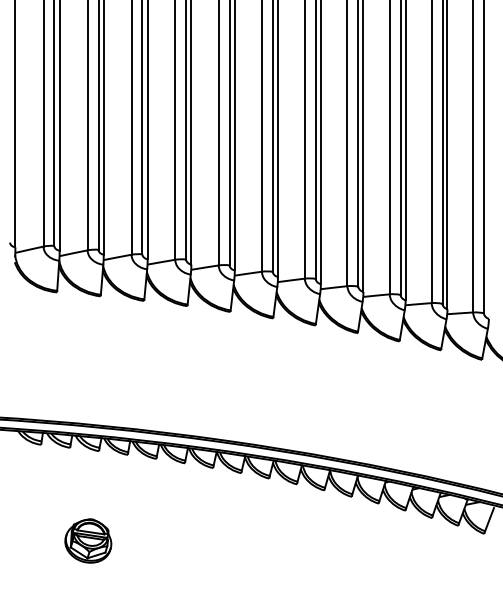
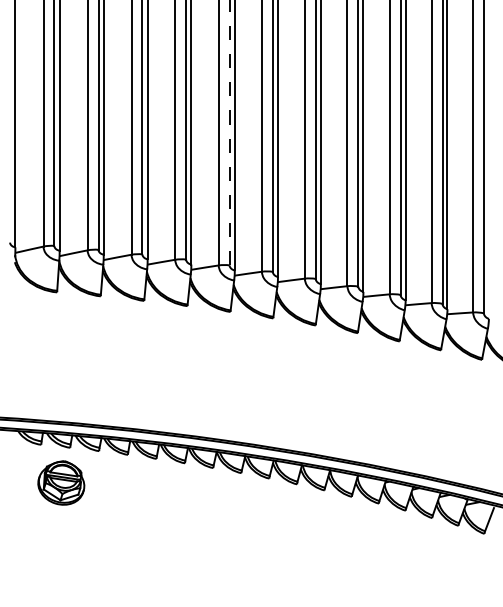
line at (229, 132): solid -> dashed
part at (88, 540) position: (88, 540) -> (61, 482)
